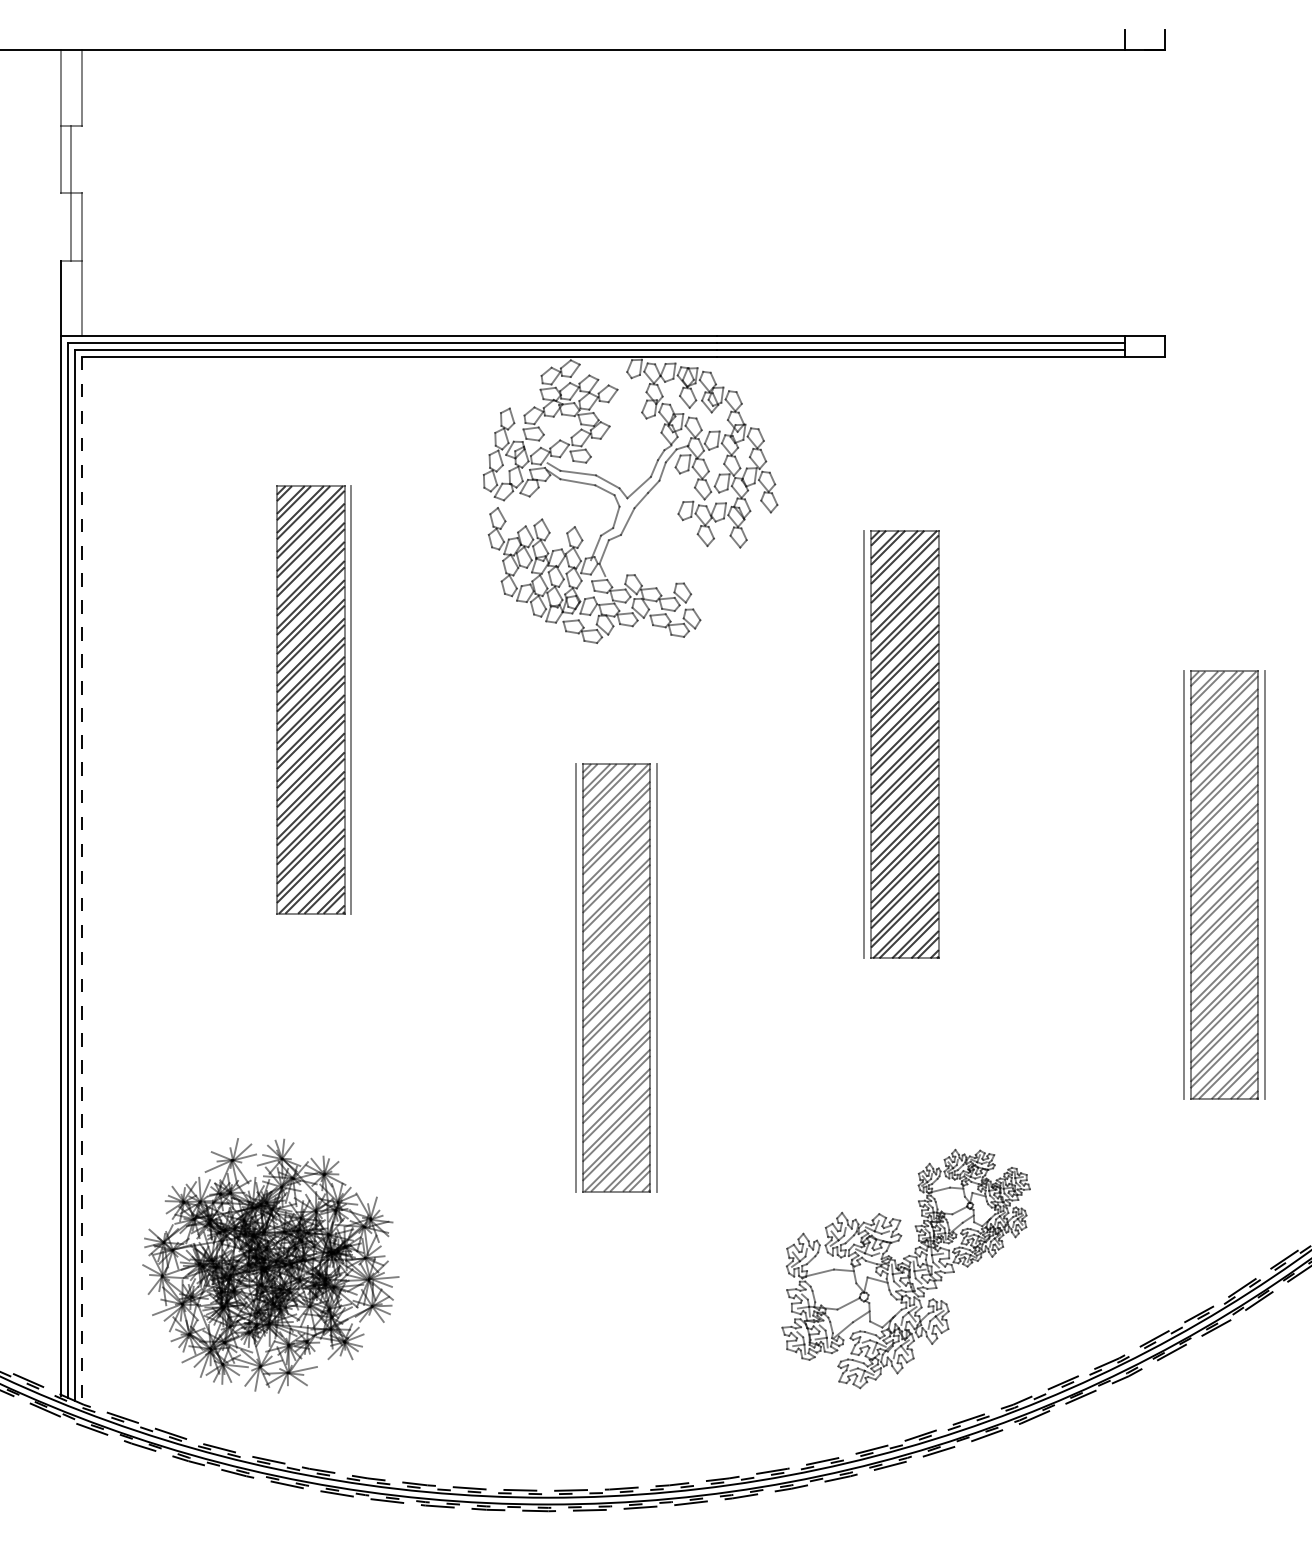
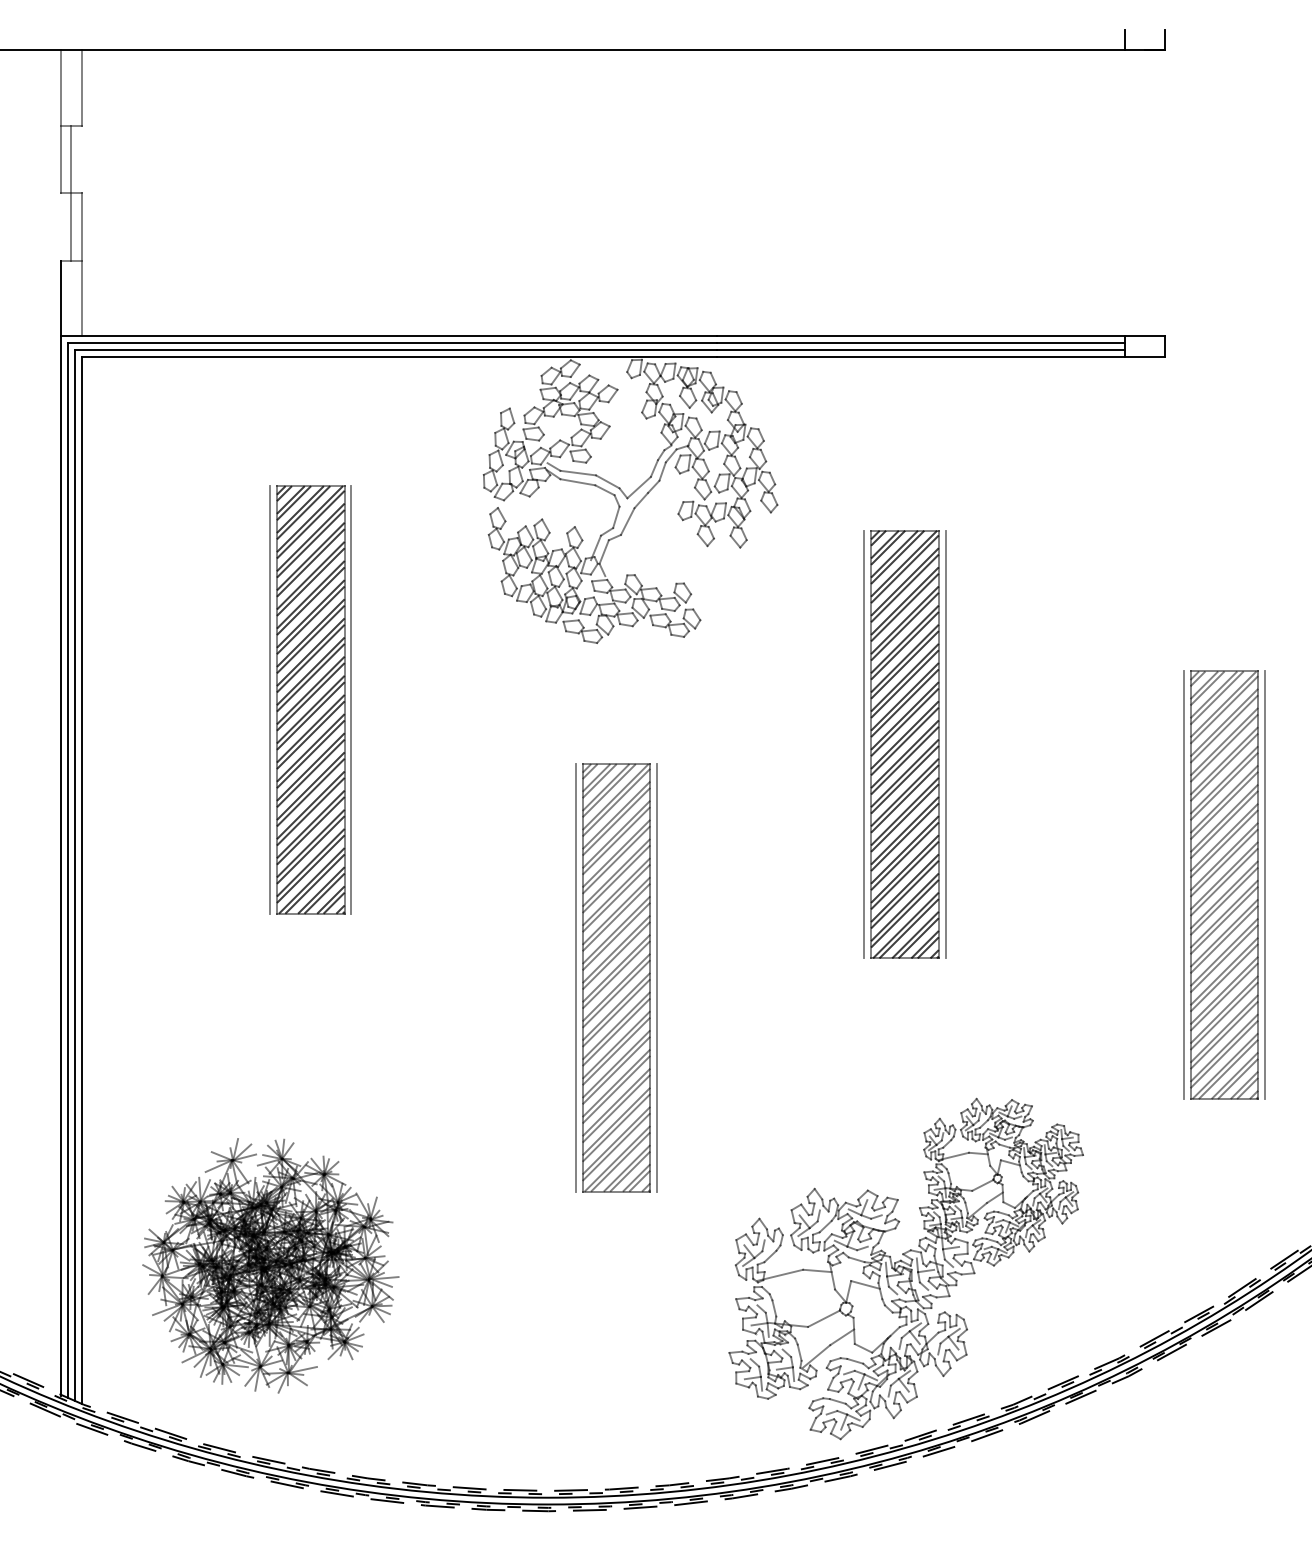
line at (270, 699): none -> present
line at (945, 744): none -> present
line at (81, 880): dashed -> solid
part at (905, 1268) size: 250x242 px -> 356x344 px
